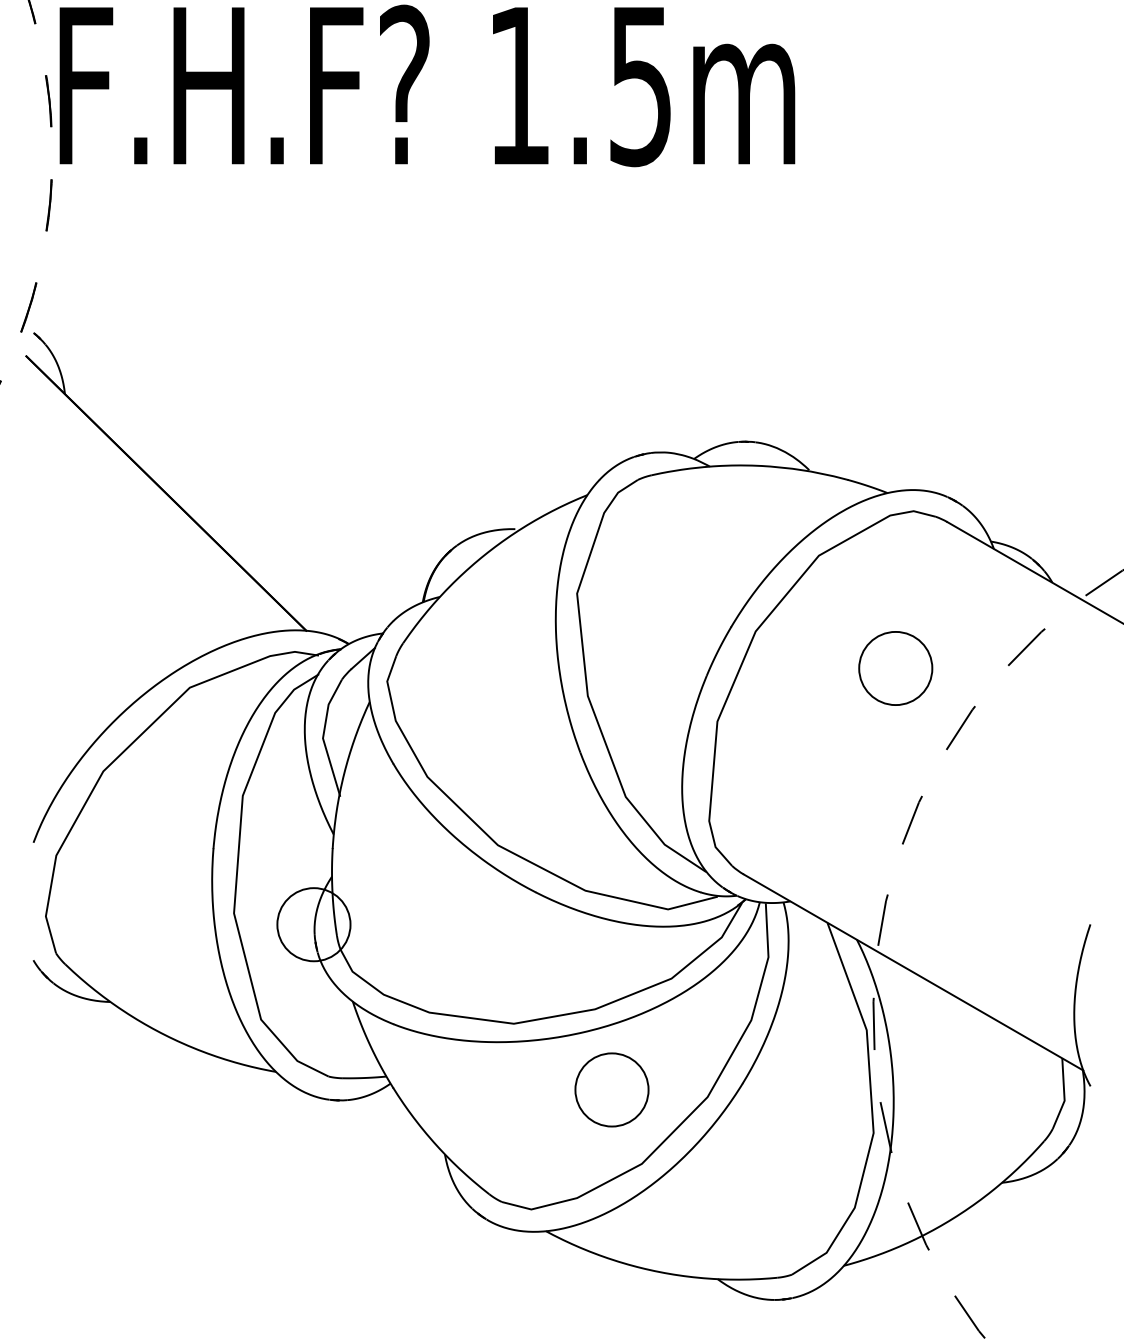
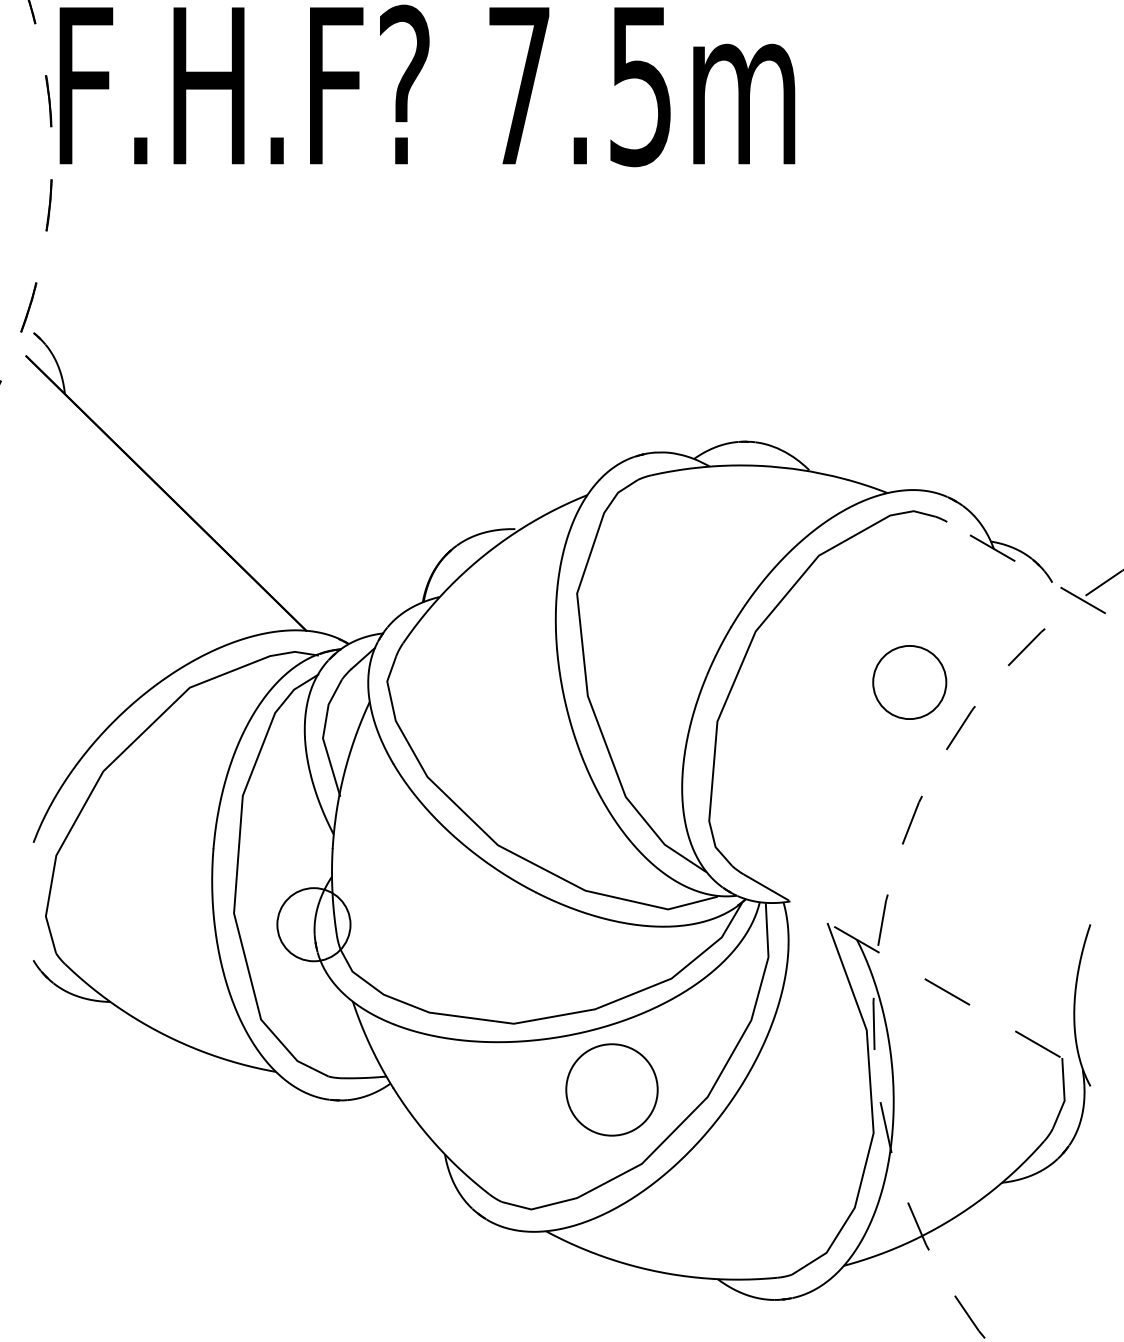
text at (519, 85): 1.5m -> 7.5m
line at (1035, 572): solid -> dashed
circle at (895, 668) position: (895, 668) -> (909, 682)
line at (913, 972): solid -> dashed
circle at (611, 1089) diameter: 73 px -> 91 px
